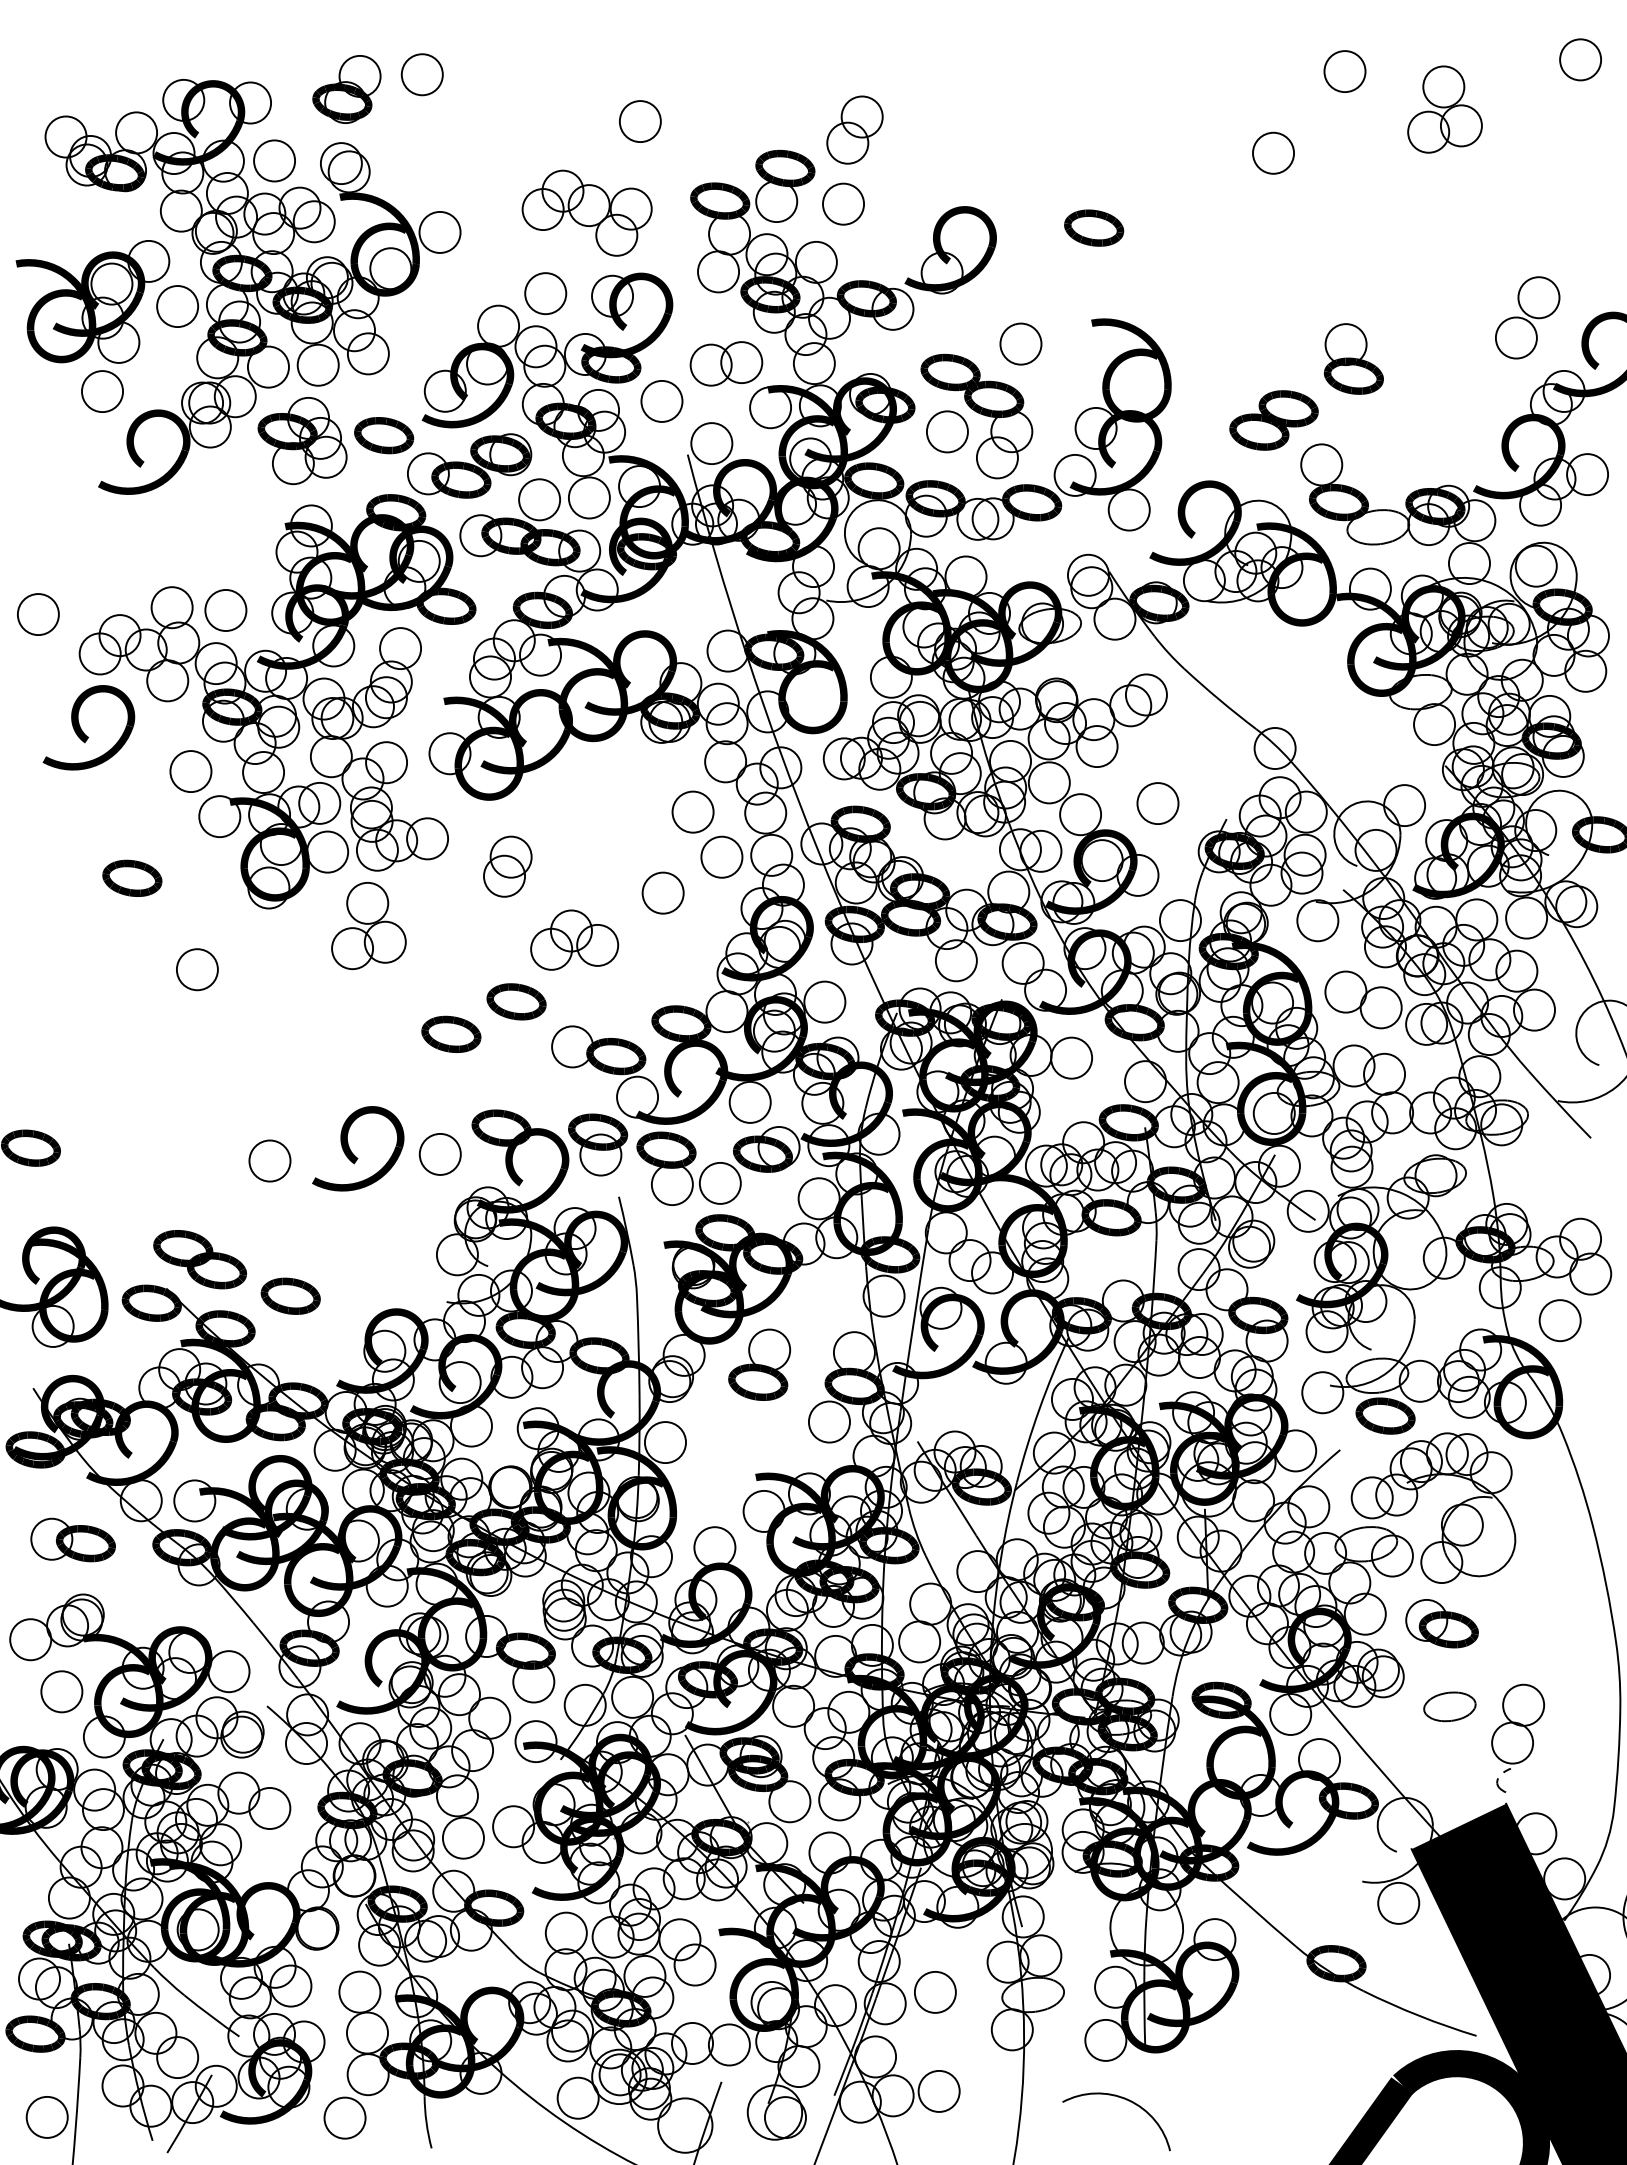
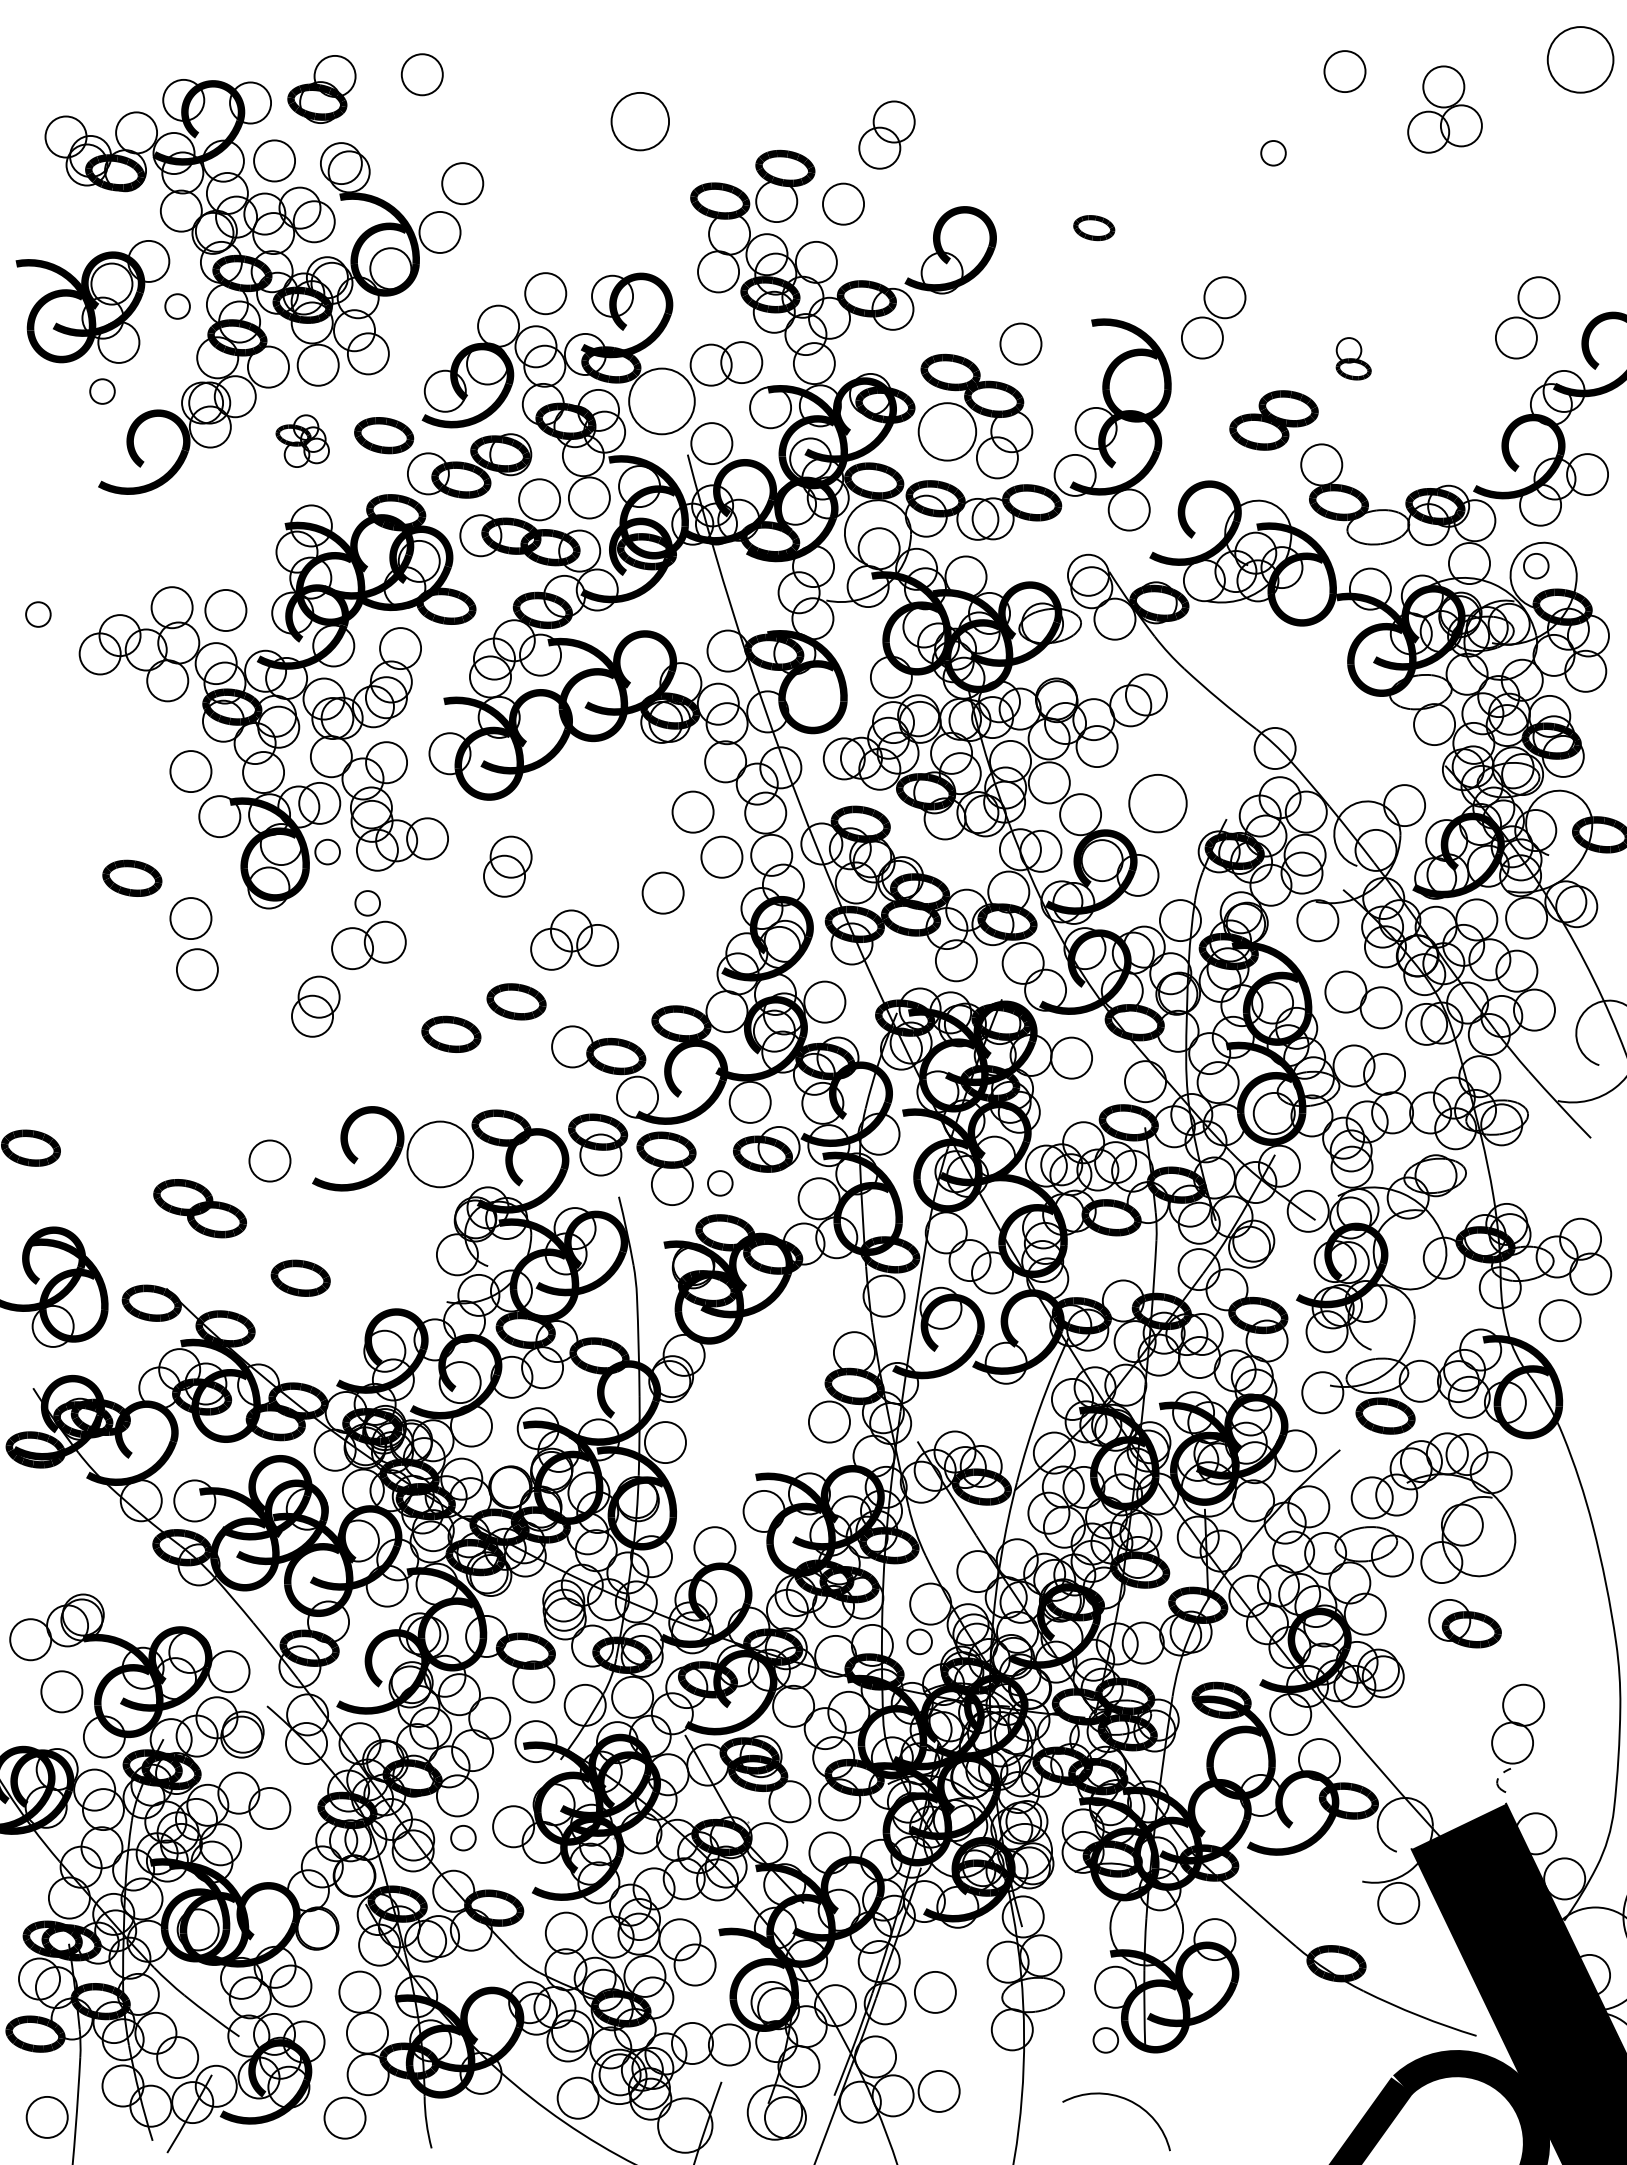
circle at (1580, 59) diameter: 41 px -> 66 px
part at (346, 89) position: (346, 89) -> (321, 89)
circle at (640, 121) size: 43x43 px -> 60x60 px
part at (854, 129) position: (854, 129) -> (886, 134)
circle at (1273, 152) diameter: 41 px -> 25 px
circle at (462, 183): none -> present
part at (586, 212): present -> none
part at (1094, 227) size: 61x38 px -> 43x27 px
circle at (177, 306) diameter: 41 px -> 25 px
part at (1213, 317): none -> present
part at (1353, 358) size: 61x72 px -> 37x44 px
circle at (102, 391) diameter: 41 px -> 25 px
circle at (661, 400) diameter: 41 px -> 66 px
circle at (946, 431) diameter: 41 px -> 57 px
part at (302, 441) size: 91x89 px -> 55x54 px
circle at (1535, 565) diameter: 41 px -> 25 px
circle at (37, 614) diameter: 41 px -> 25 px
curve at (83, 731): present -> none
circle at (1157, 803) diameter: 41 px -> 57 px
circle at (327, 851) diameter: 41 px -> 25 px
circle at (367, 902) diameter: 41 px -> 25 px
circle at (190, 918): none -> present
part at (315, 1006): none -> present
circle at (439, 1153) diameter: 41 px -> 66 px
circle at (719, 1182) diameter: 41 px -> 25 px
part at (199, 1259) position: (199, 1259) -> (199, 1208)
part at (290, 1295) position: (290, 1295) -> (300, 1277)
part at (759, 1364): present -> none
part at (72, 1539): present -> none
part at (1441, 1623) position: (1441, 1623) -> (1464, 1623)
circle at (919, 1641) diameter: 41 px -> 25 px
part at (1449, 1706): present -> none
circle at (462, 1837) diameter: 41 px -> 25 px
circle at (1105, 2039) diameter: 41 px -> 25 px
